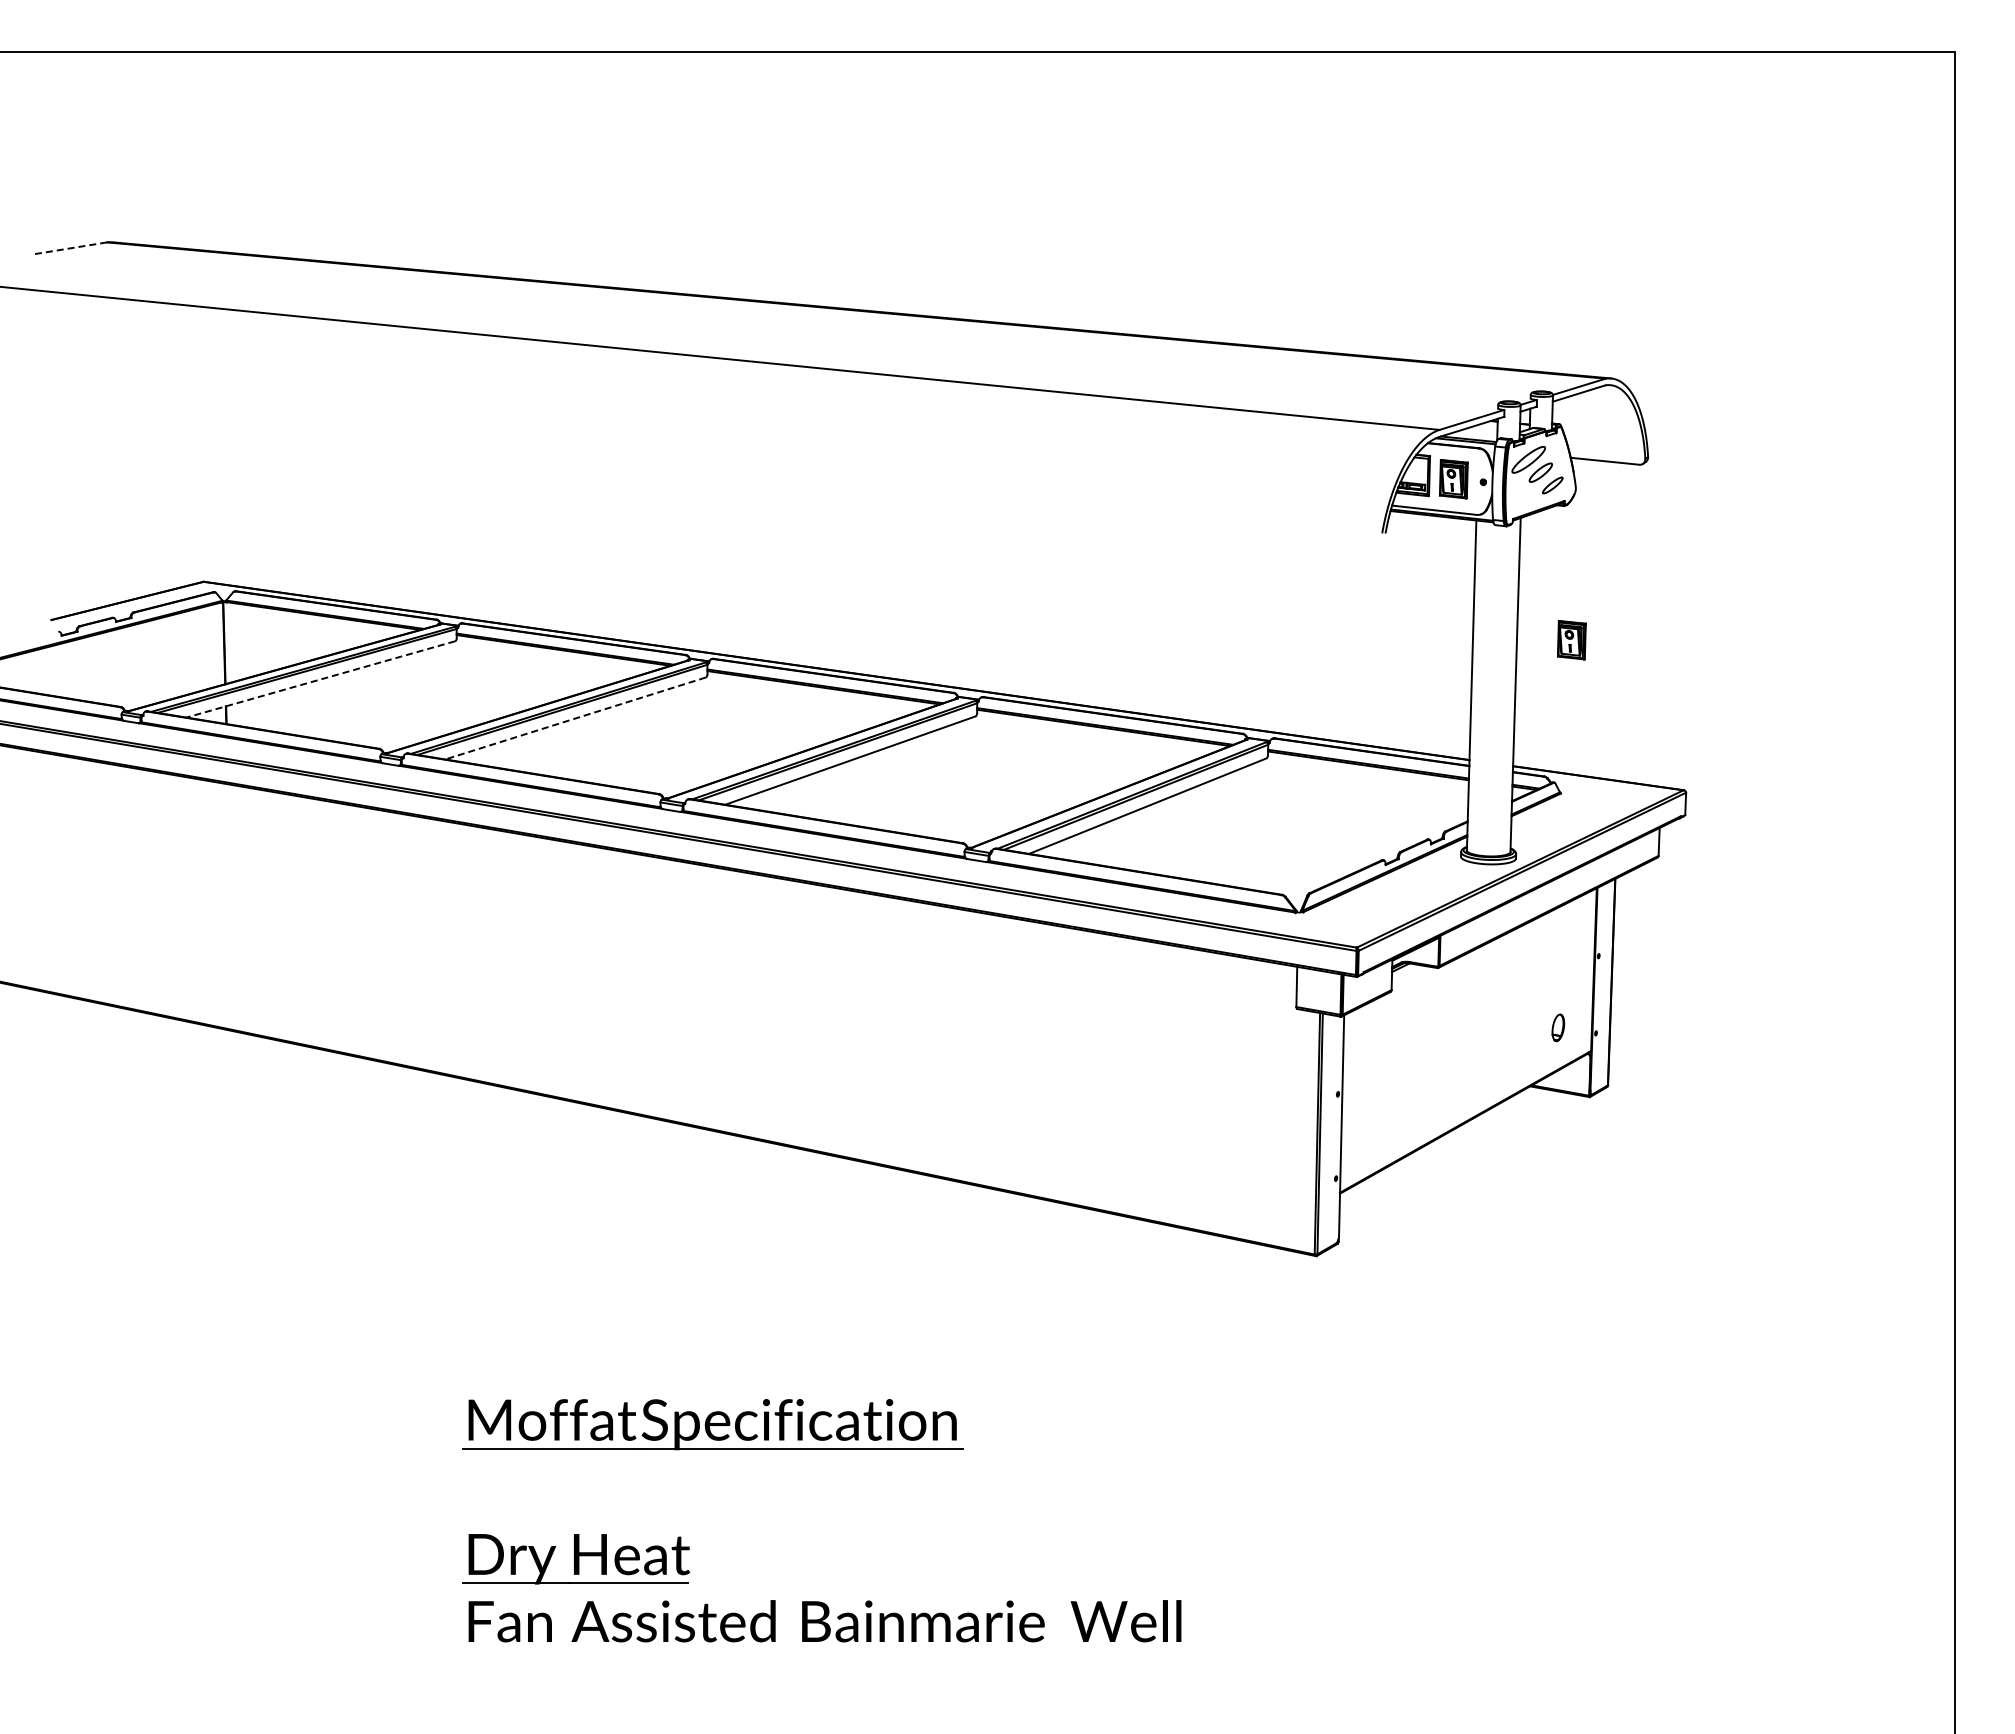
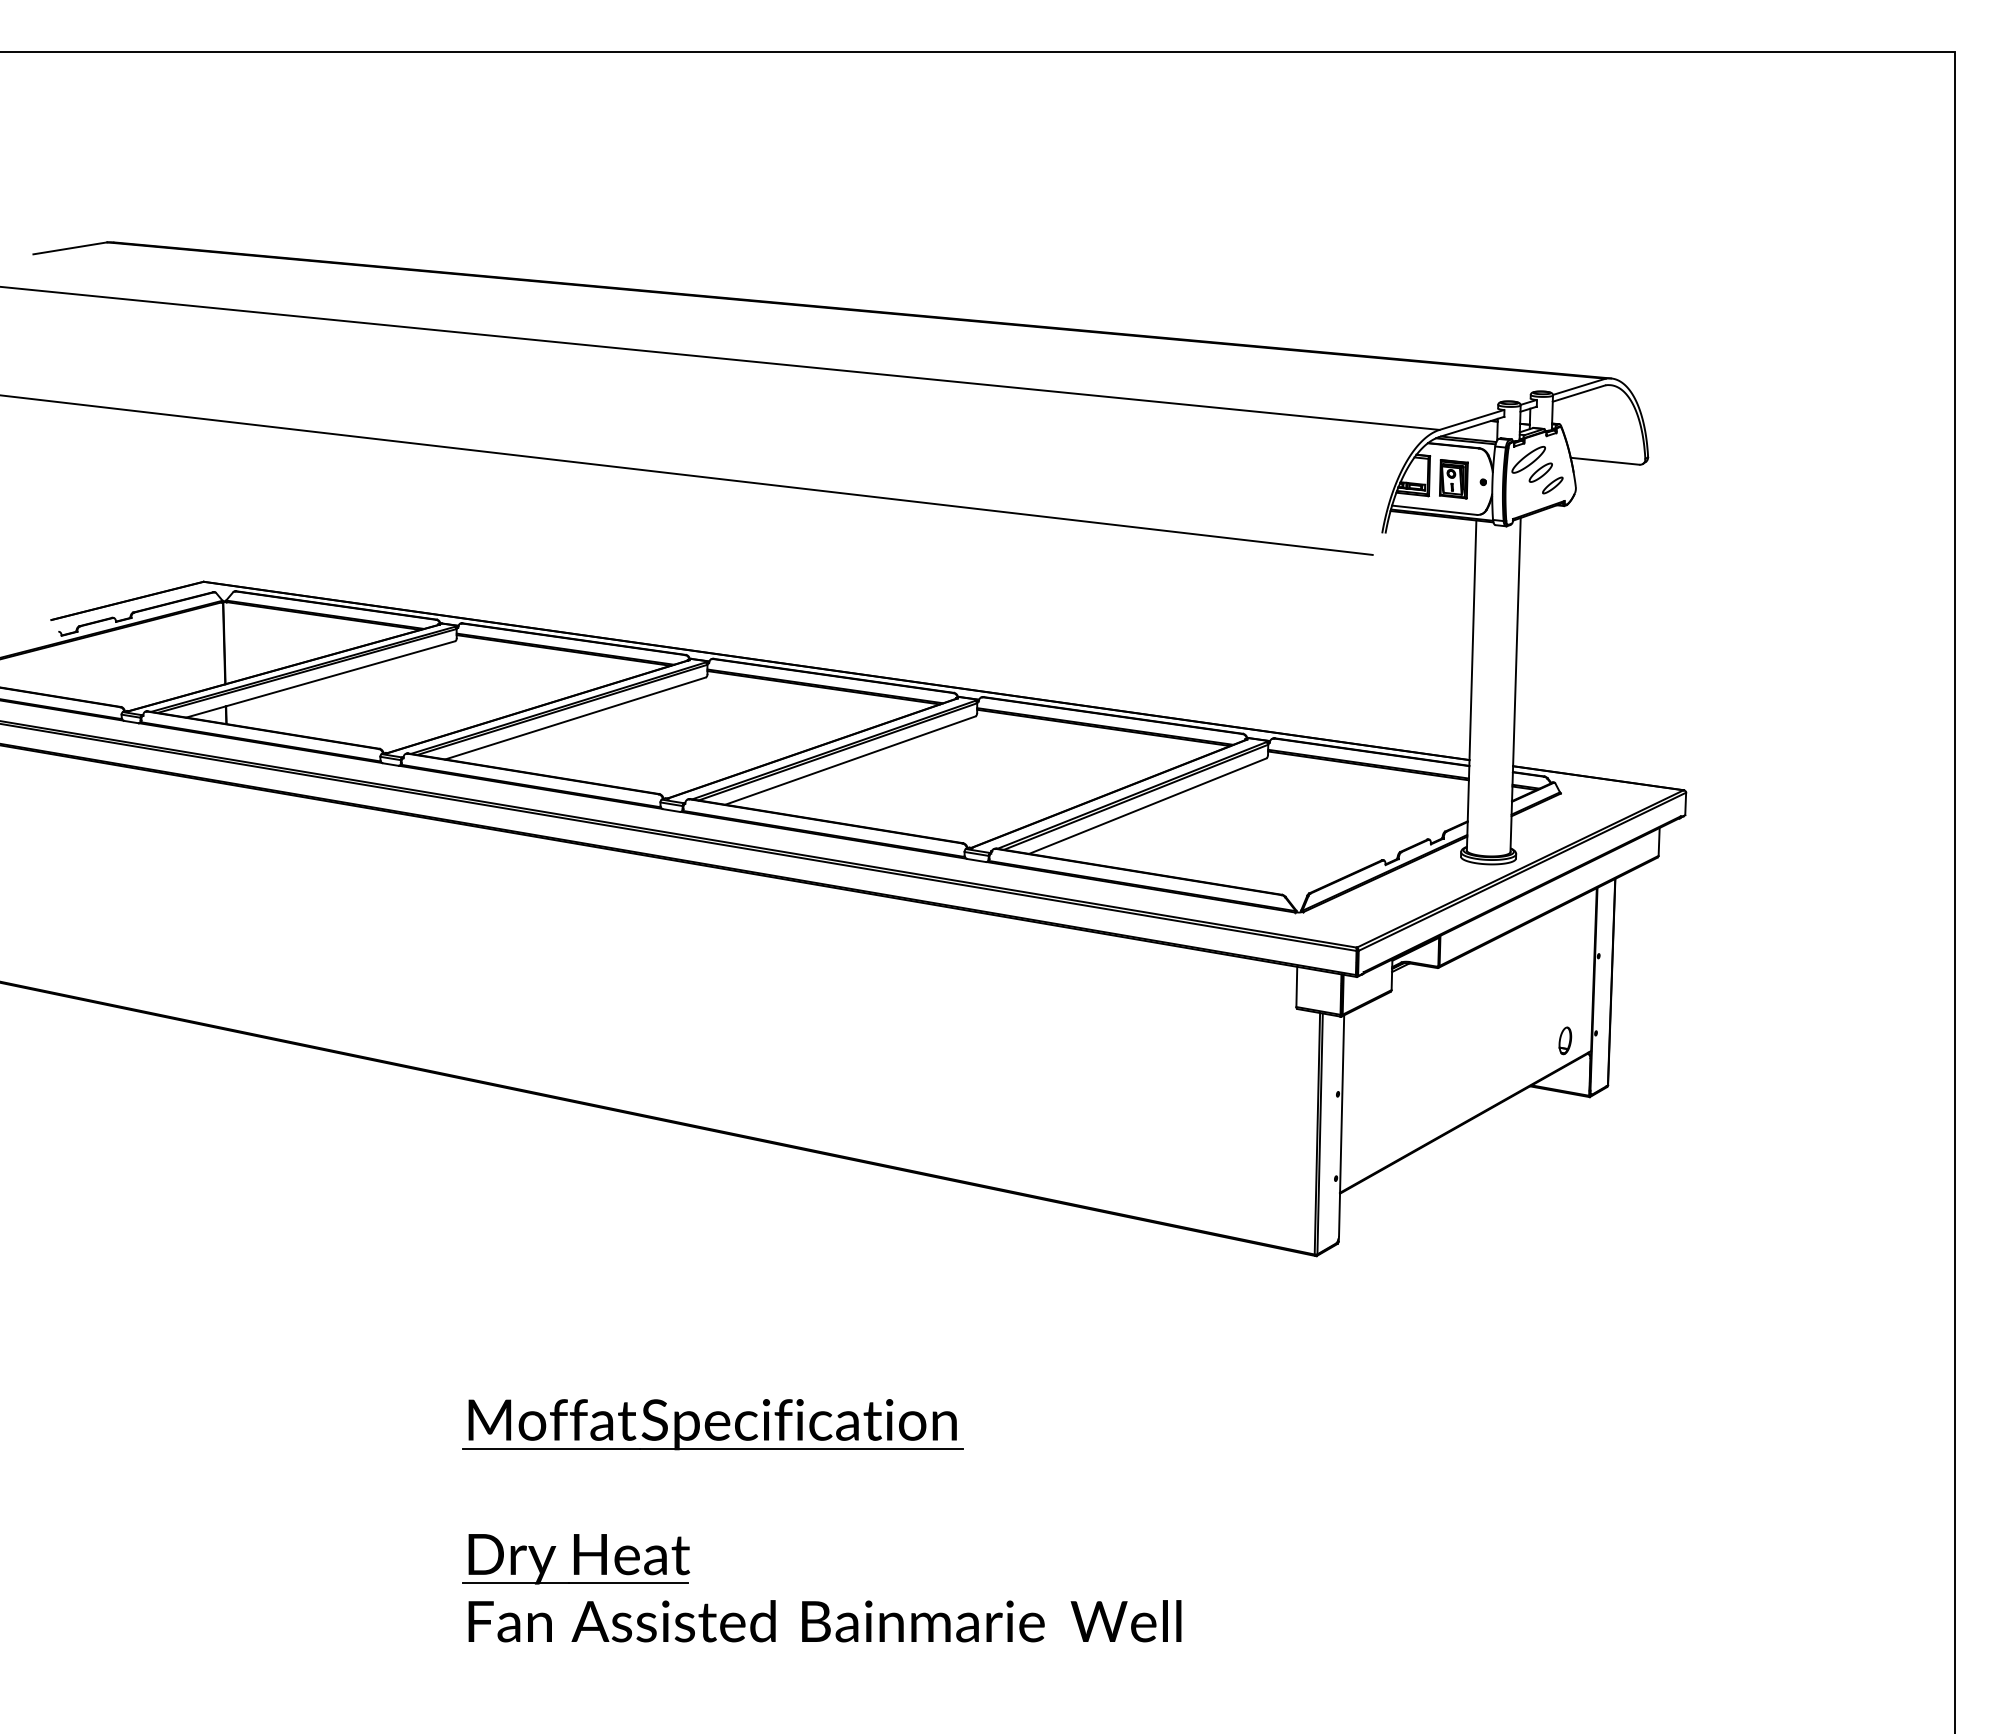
line at (69, 248): dashed -> solid
line at (687, 474): none -> present
part at (1571, 640): present -> none
line at (320, 679): dashed -> solid
line at (575, 718): dashed -> solid
part at (1558, 1027) position: (1558, 1027) -> (1565, 1040)
